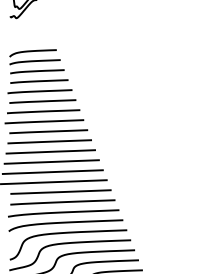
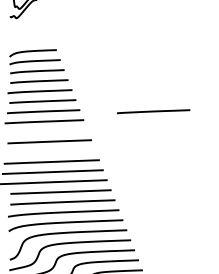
line at (153, 111): none -> present
line at (48, 131): present -> none
line at (50, 151): present -> none
